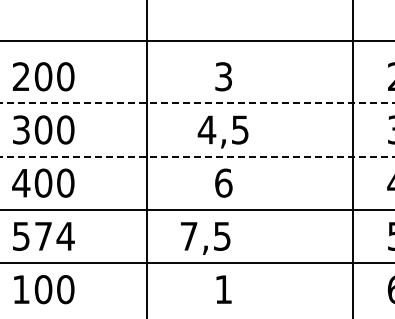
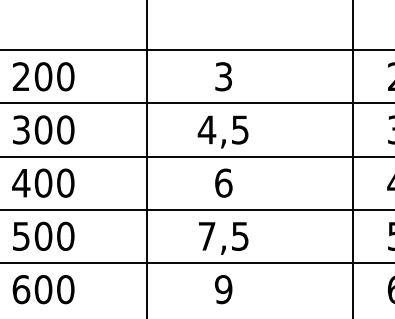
line at (196, 41) position: (196, 41) -> (196, 50)
line at (197, 103): dashed -> solid
line at (197, 156): dashed -> solid
text at (54, 235): 574 -> 500
text at (205, 238) position: (205, 238) -> (223, 238)
text at (21, 289): 100 -> 600
text at (223, 289): 1 -> 9
